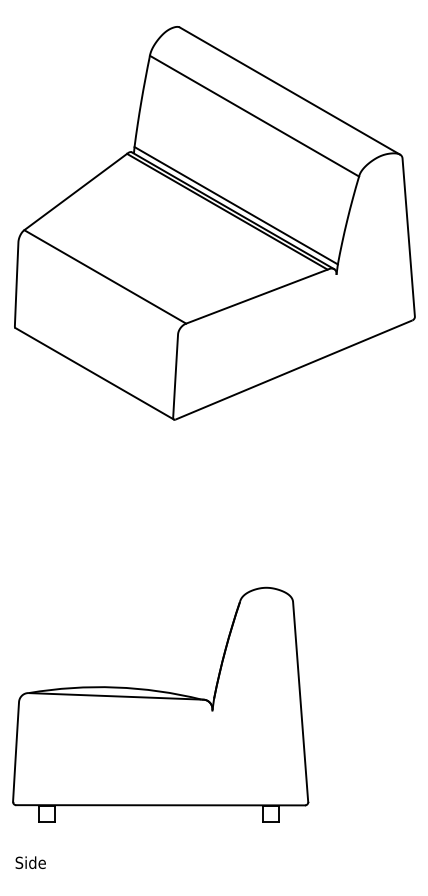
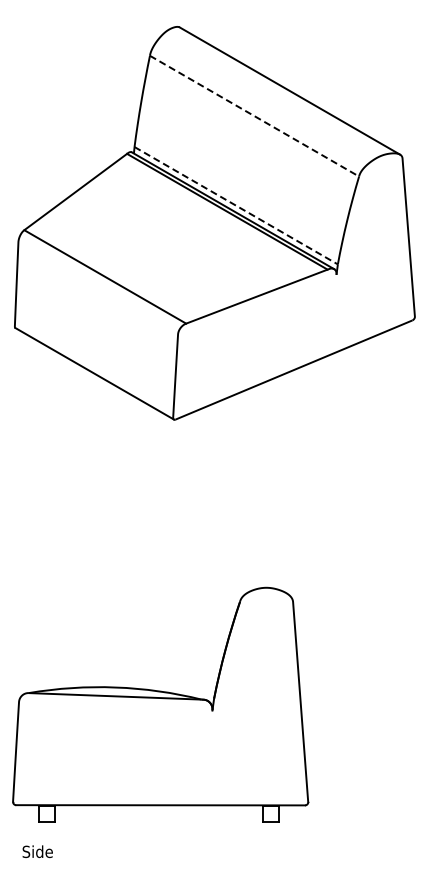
line at (254, 116): solid -> dashed
line at (236, 205): solid -> dashed
text at (30, 862) position: (30, 862) -> (37, 851)
